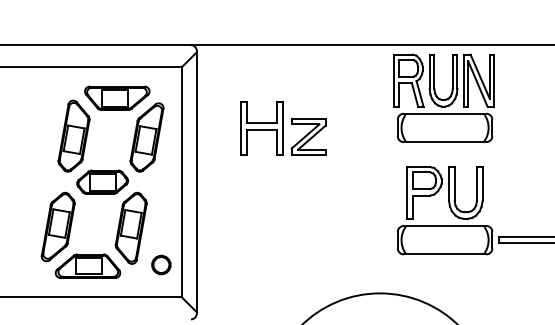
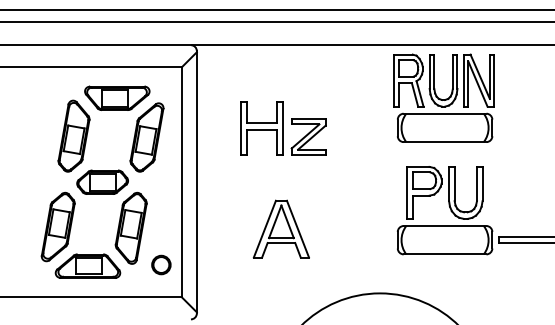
line at (276, 9): none -> present
line at (276, 21): none -> present
part at (280, 228): none -> present
